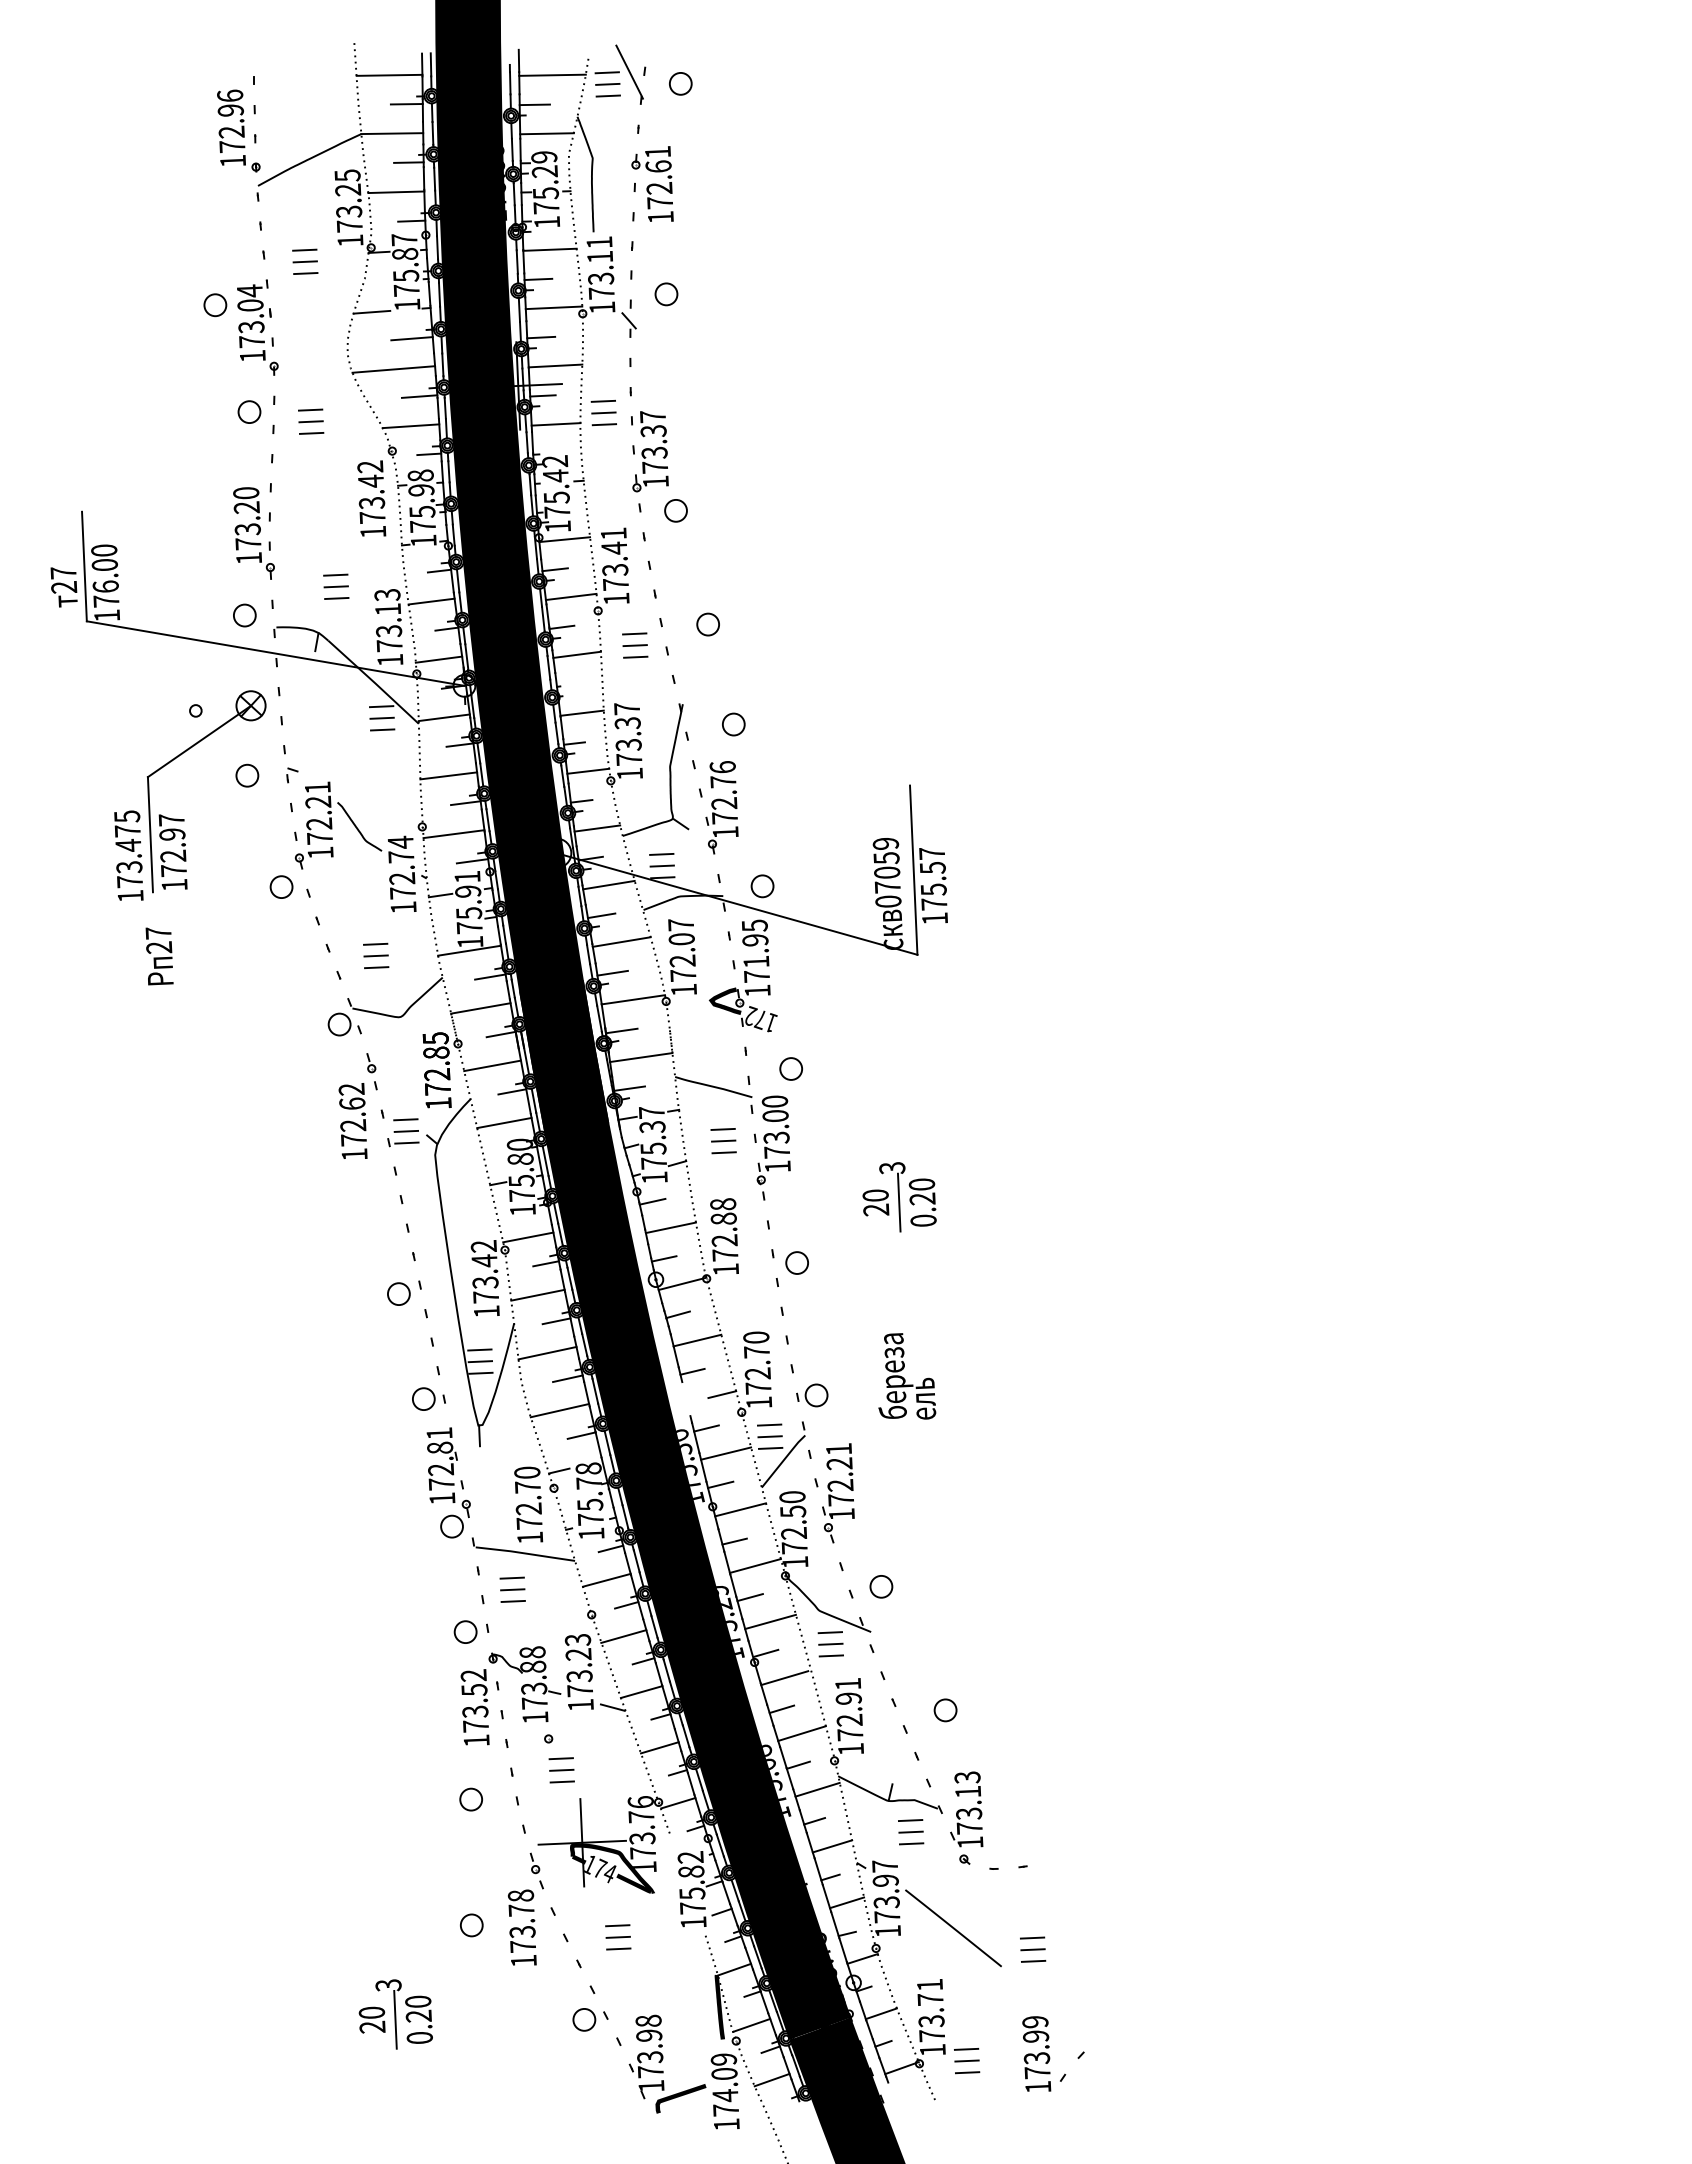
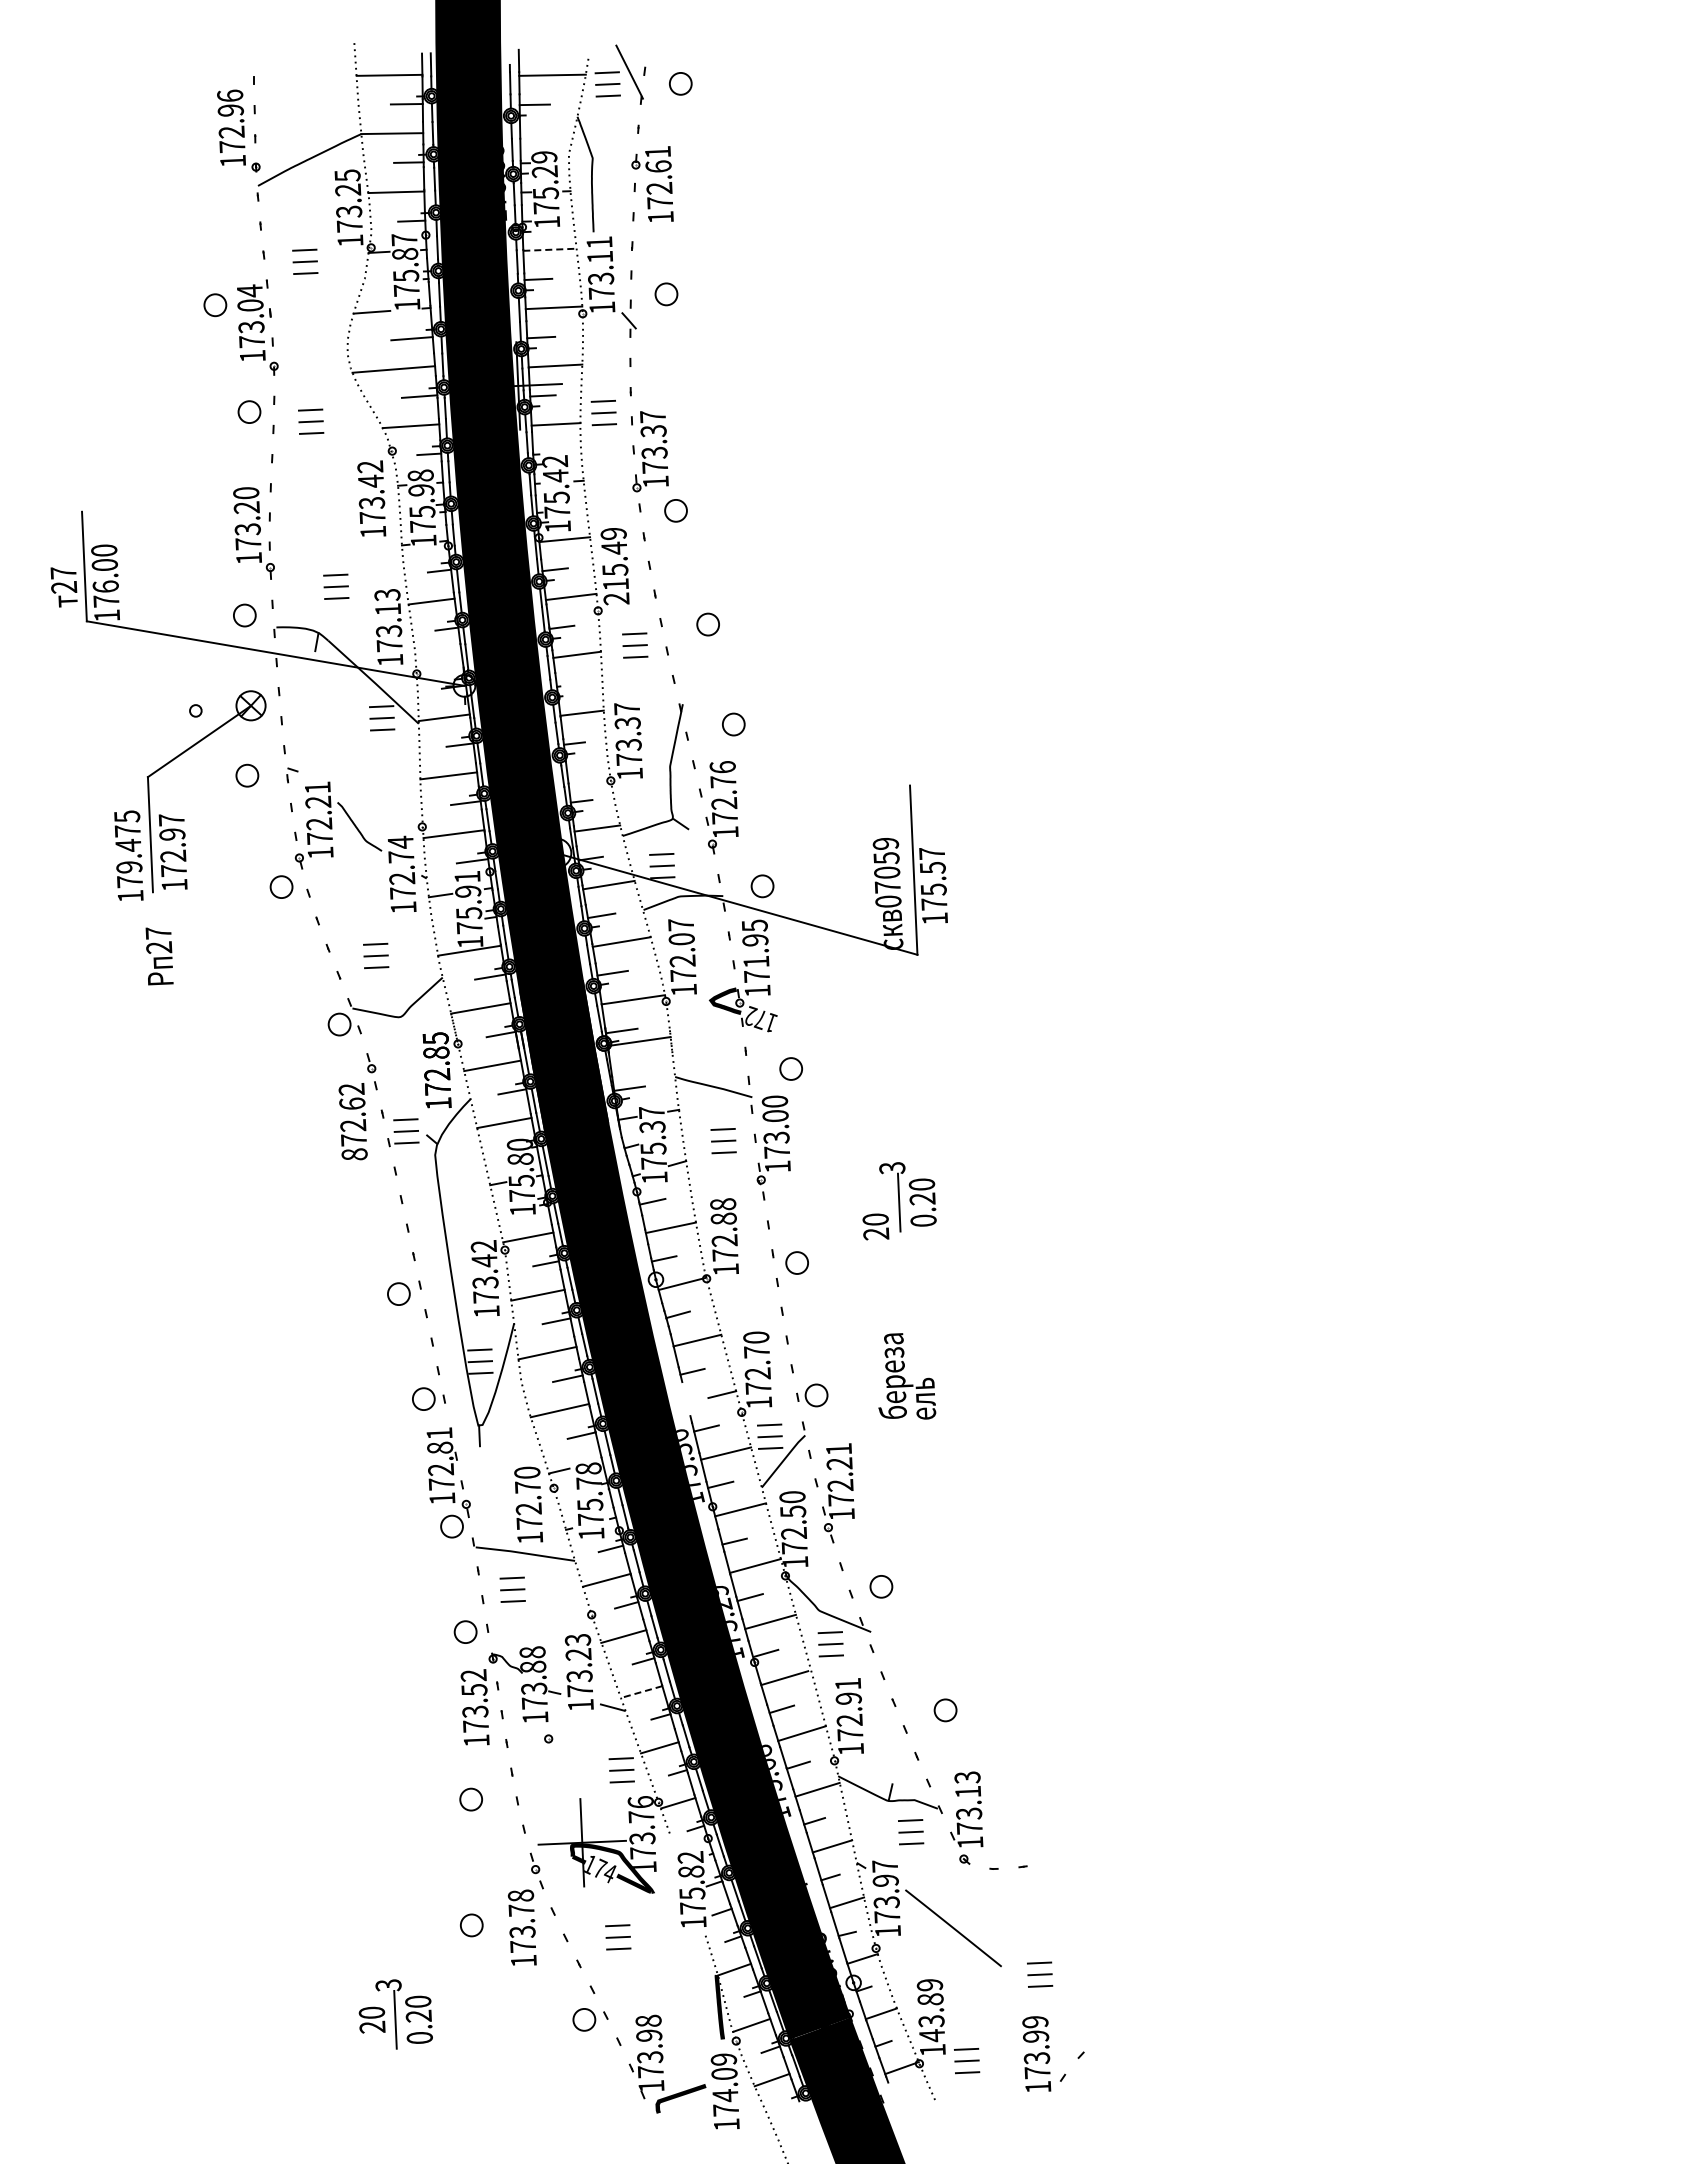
line at (546, 133): present -> none
line at (549, 249): solid -> dashed
text at (614, 566): 173.41 -> 215.49
line at (438, 659): present -> none
line at (588, 770): present -> none
text at (129, 867): 173.475 -> 179.475
line at (641, 1057) position: (641, 1057) -> (639, 1041)
text at (354, 1154): 172.62 -> 872.62
text at (875, 1202) position: (875, 1202) -> (875, 1226)
line at (641, 1692): solid -> dashed
part at (561, 1770) position: (561, 1770) -> (621, 1770)
part at (1033, 1949) position: (1033, 1949) -> (1040, 1974)
text at (930, 2010): 173.71 -> 143.89
